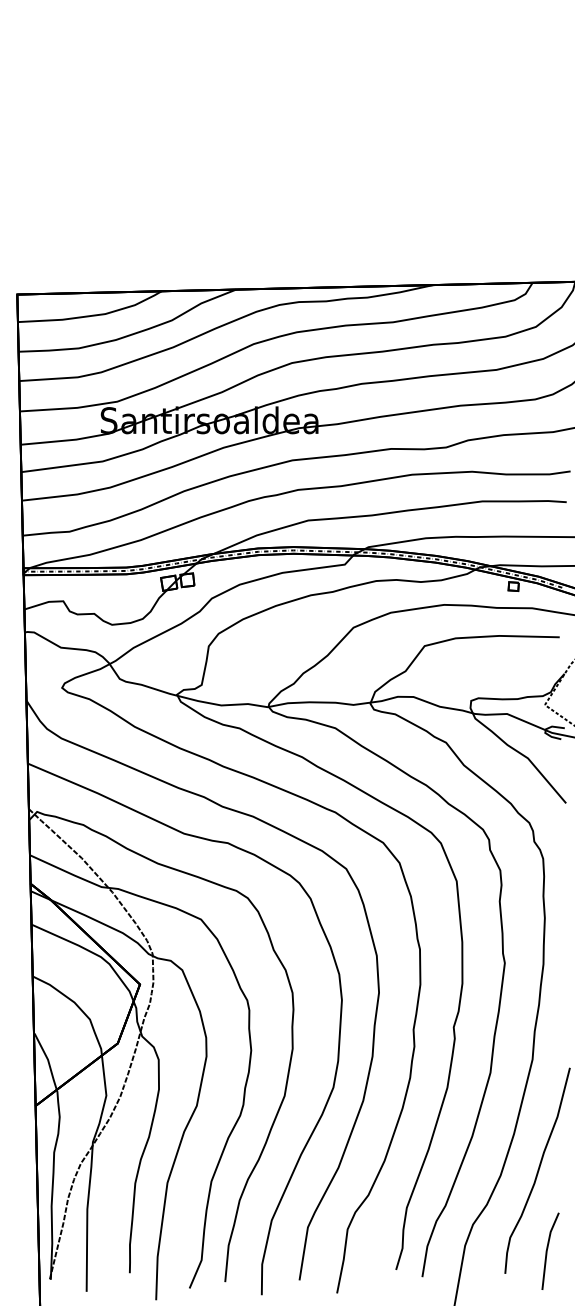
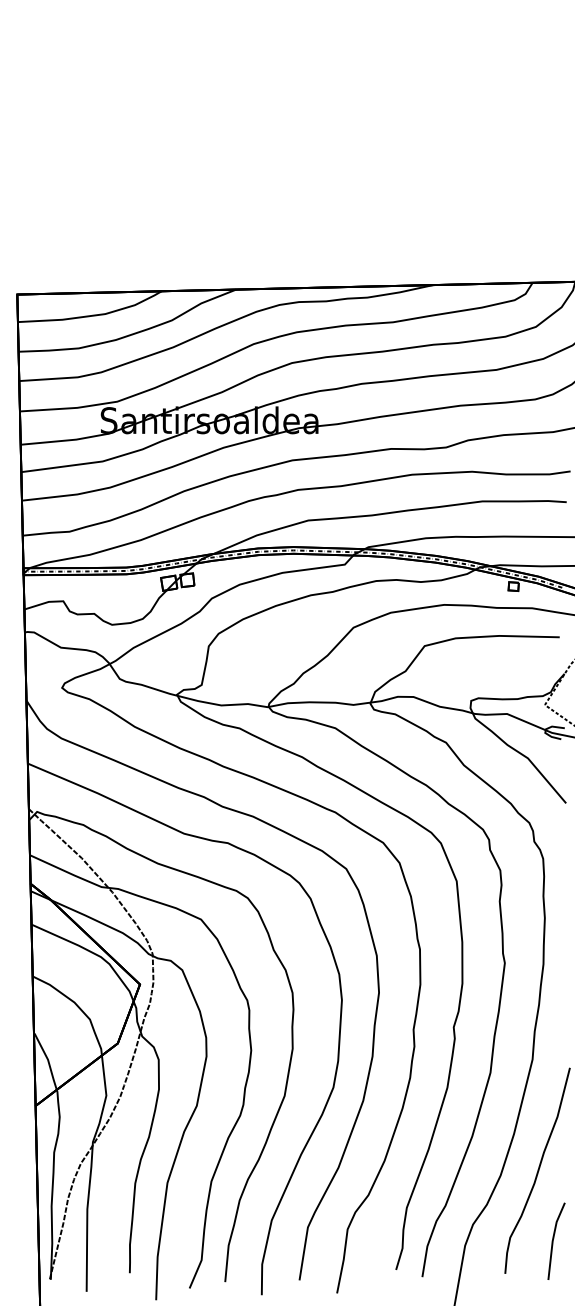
line at (548, 1248) position: (548, 1248) -> (554, 1238)
